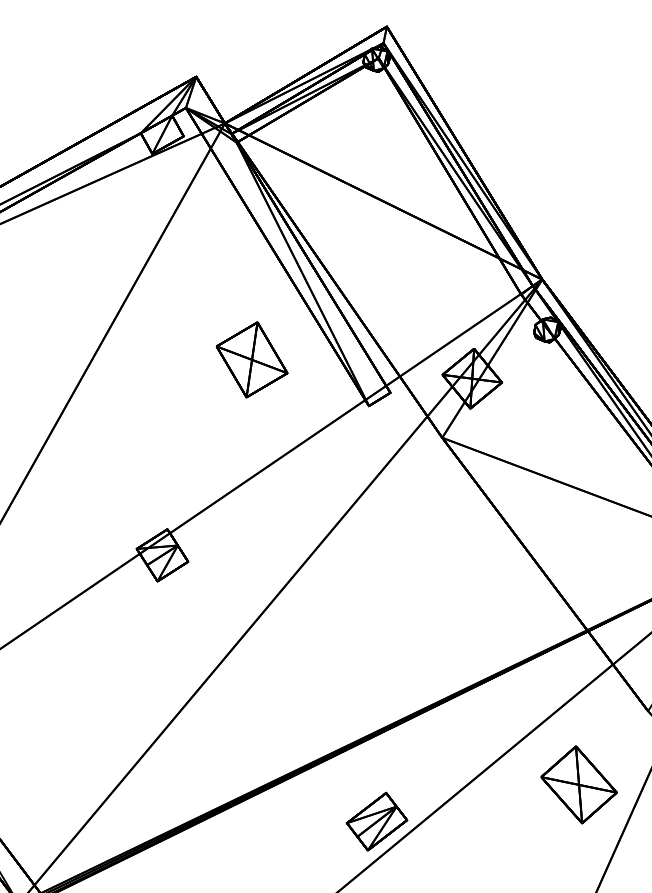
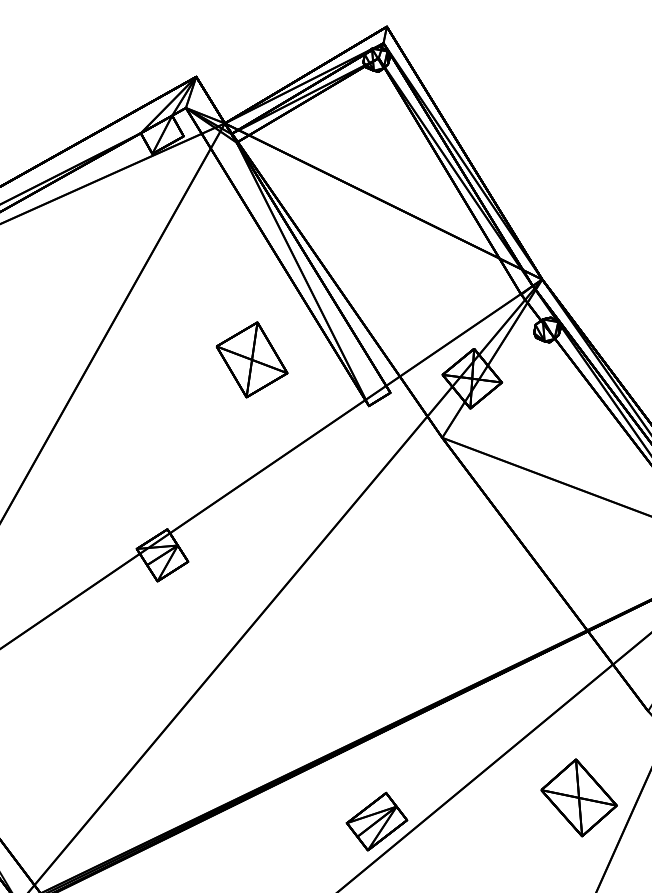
part at (578, 784) position: (578, 784) -> (578, 797)
